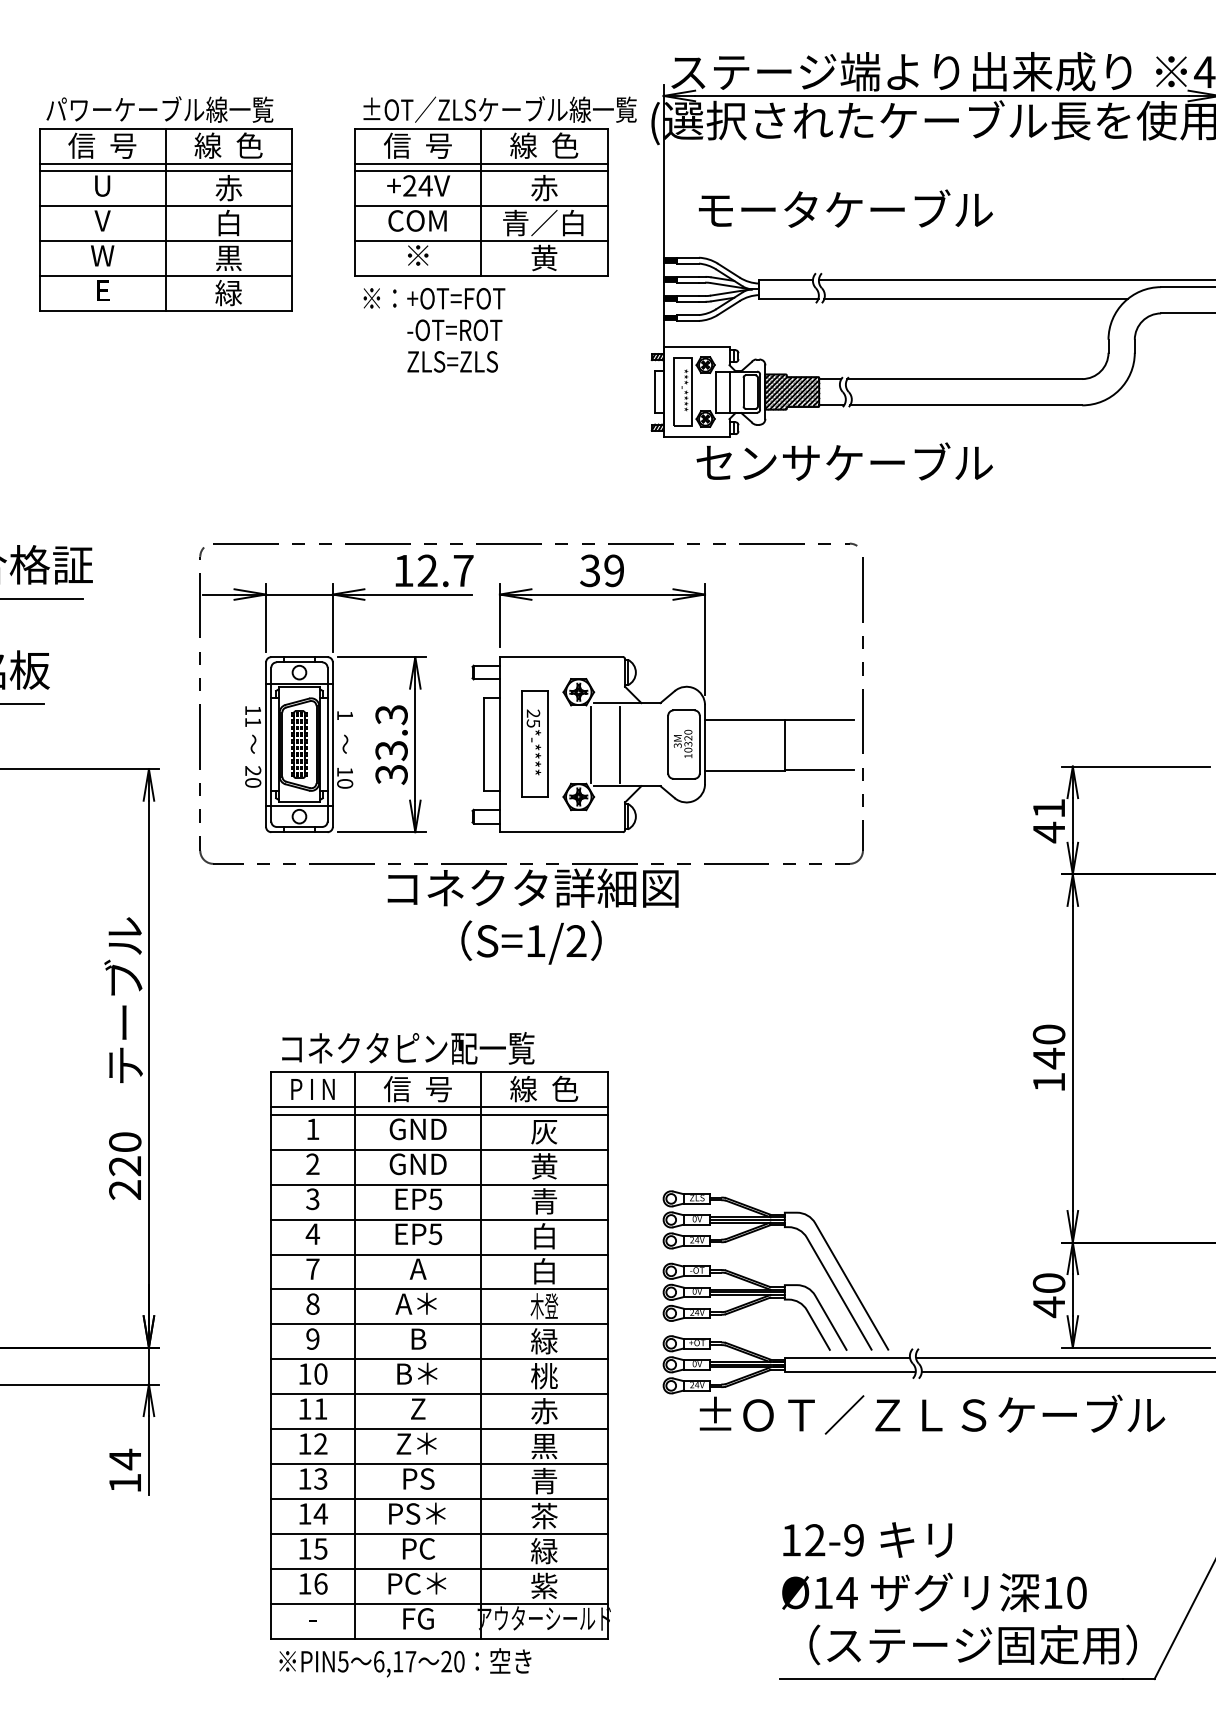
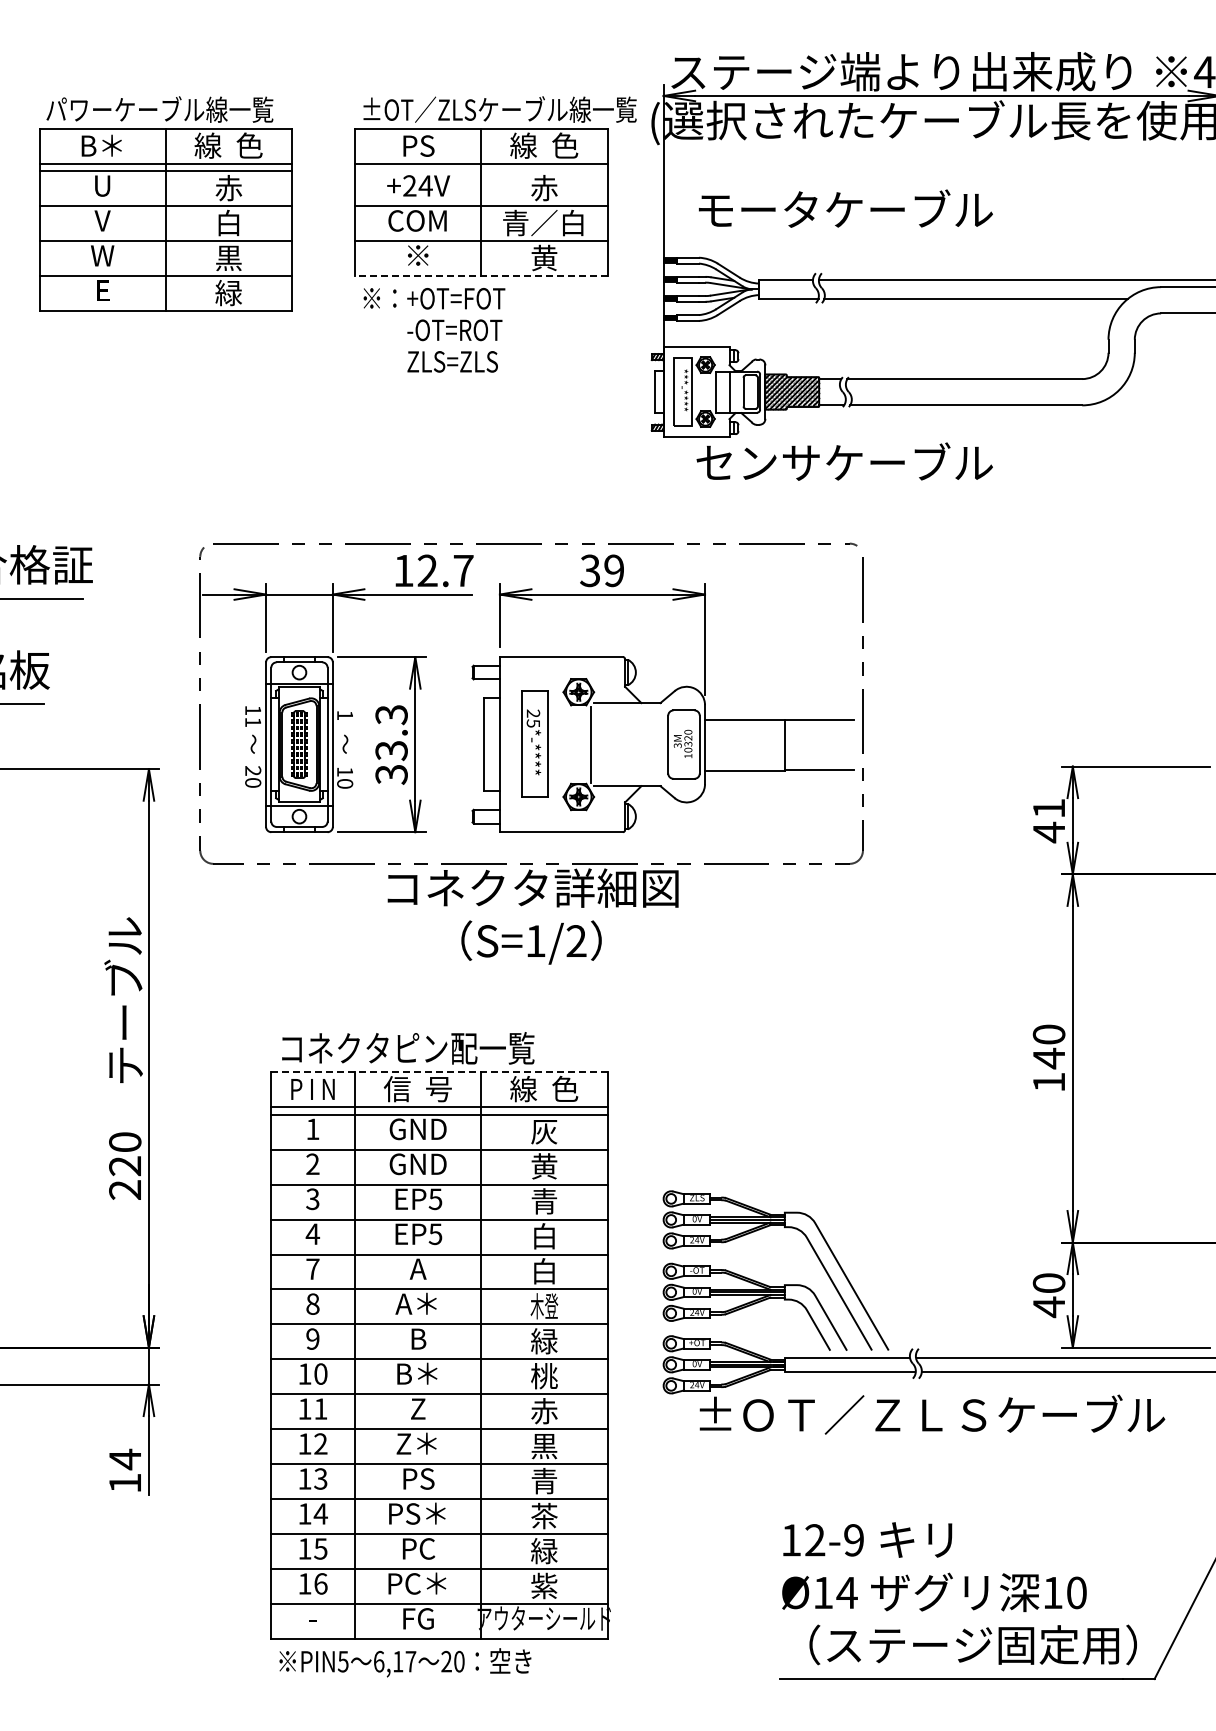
text at (102, 145): 信  号 -> B＊
text at (417, 145): 信  号 -> PS
line at (481, 171): present -> none
line at (480, 276): solid -> dashed
line at (619, 744): present -> none
line at (438, 1071): solid -> dashed
